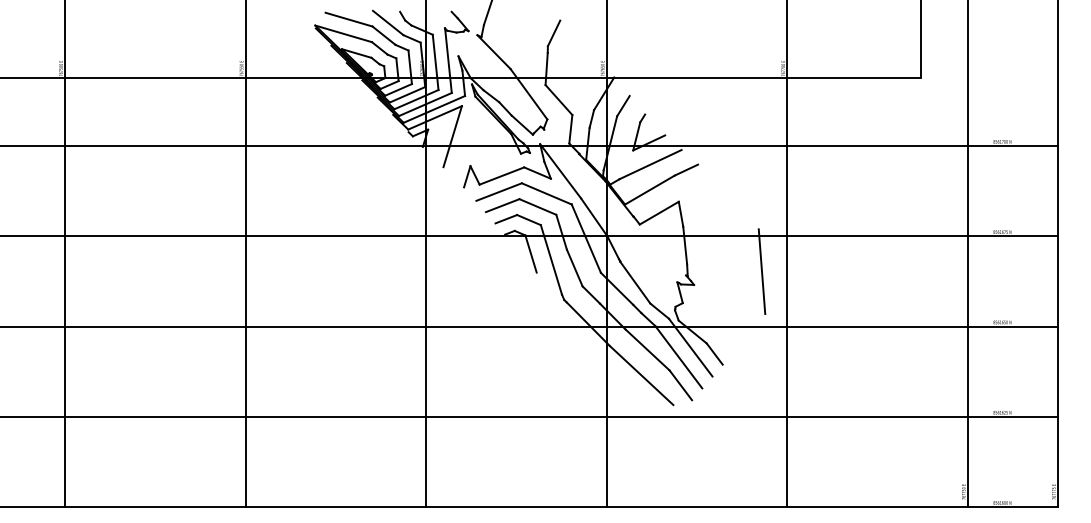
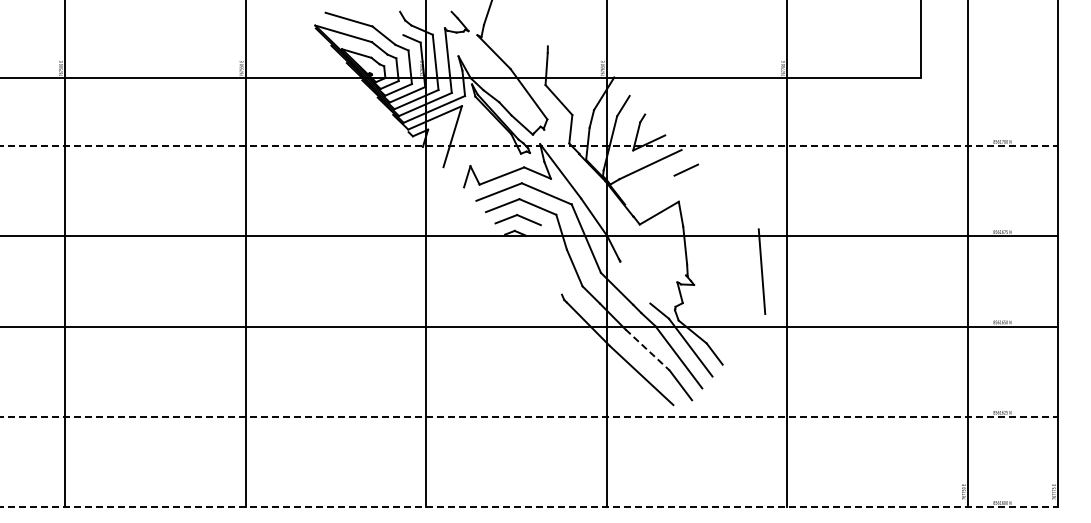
line at (387, 22): present -> none
line at (553, 33): present -> none
line at (529, 146): solid -> dashed
line at (649, 189): present -> none
line at (530, 253): present -> none
line at (551, 259): present -> none
line at (635, 282): present -> none
line at (647, 350): solid -> dashed
line at (529, 416): solid -> dashed
line at (529, 507): solid -> dashed
